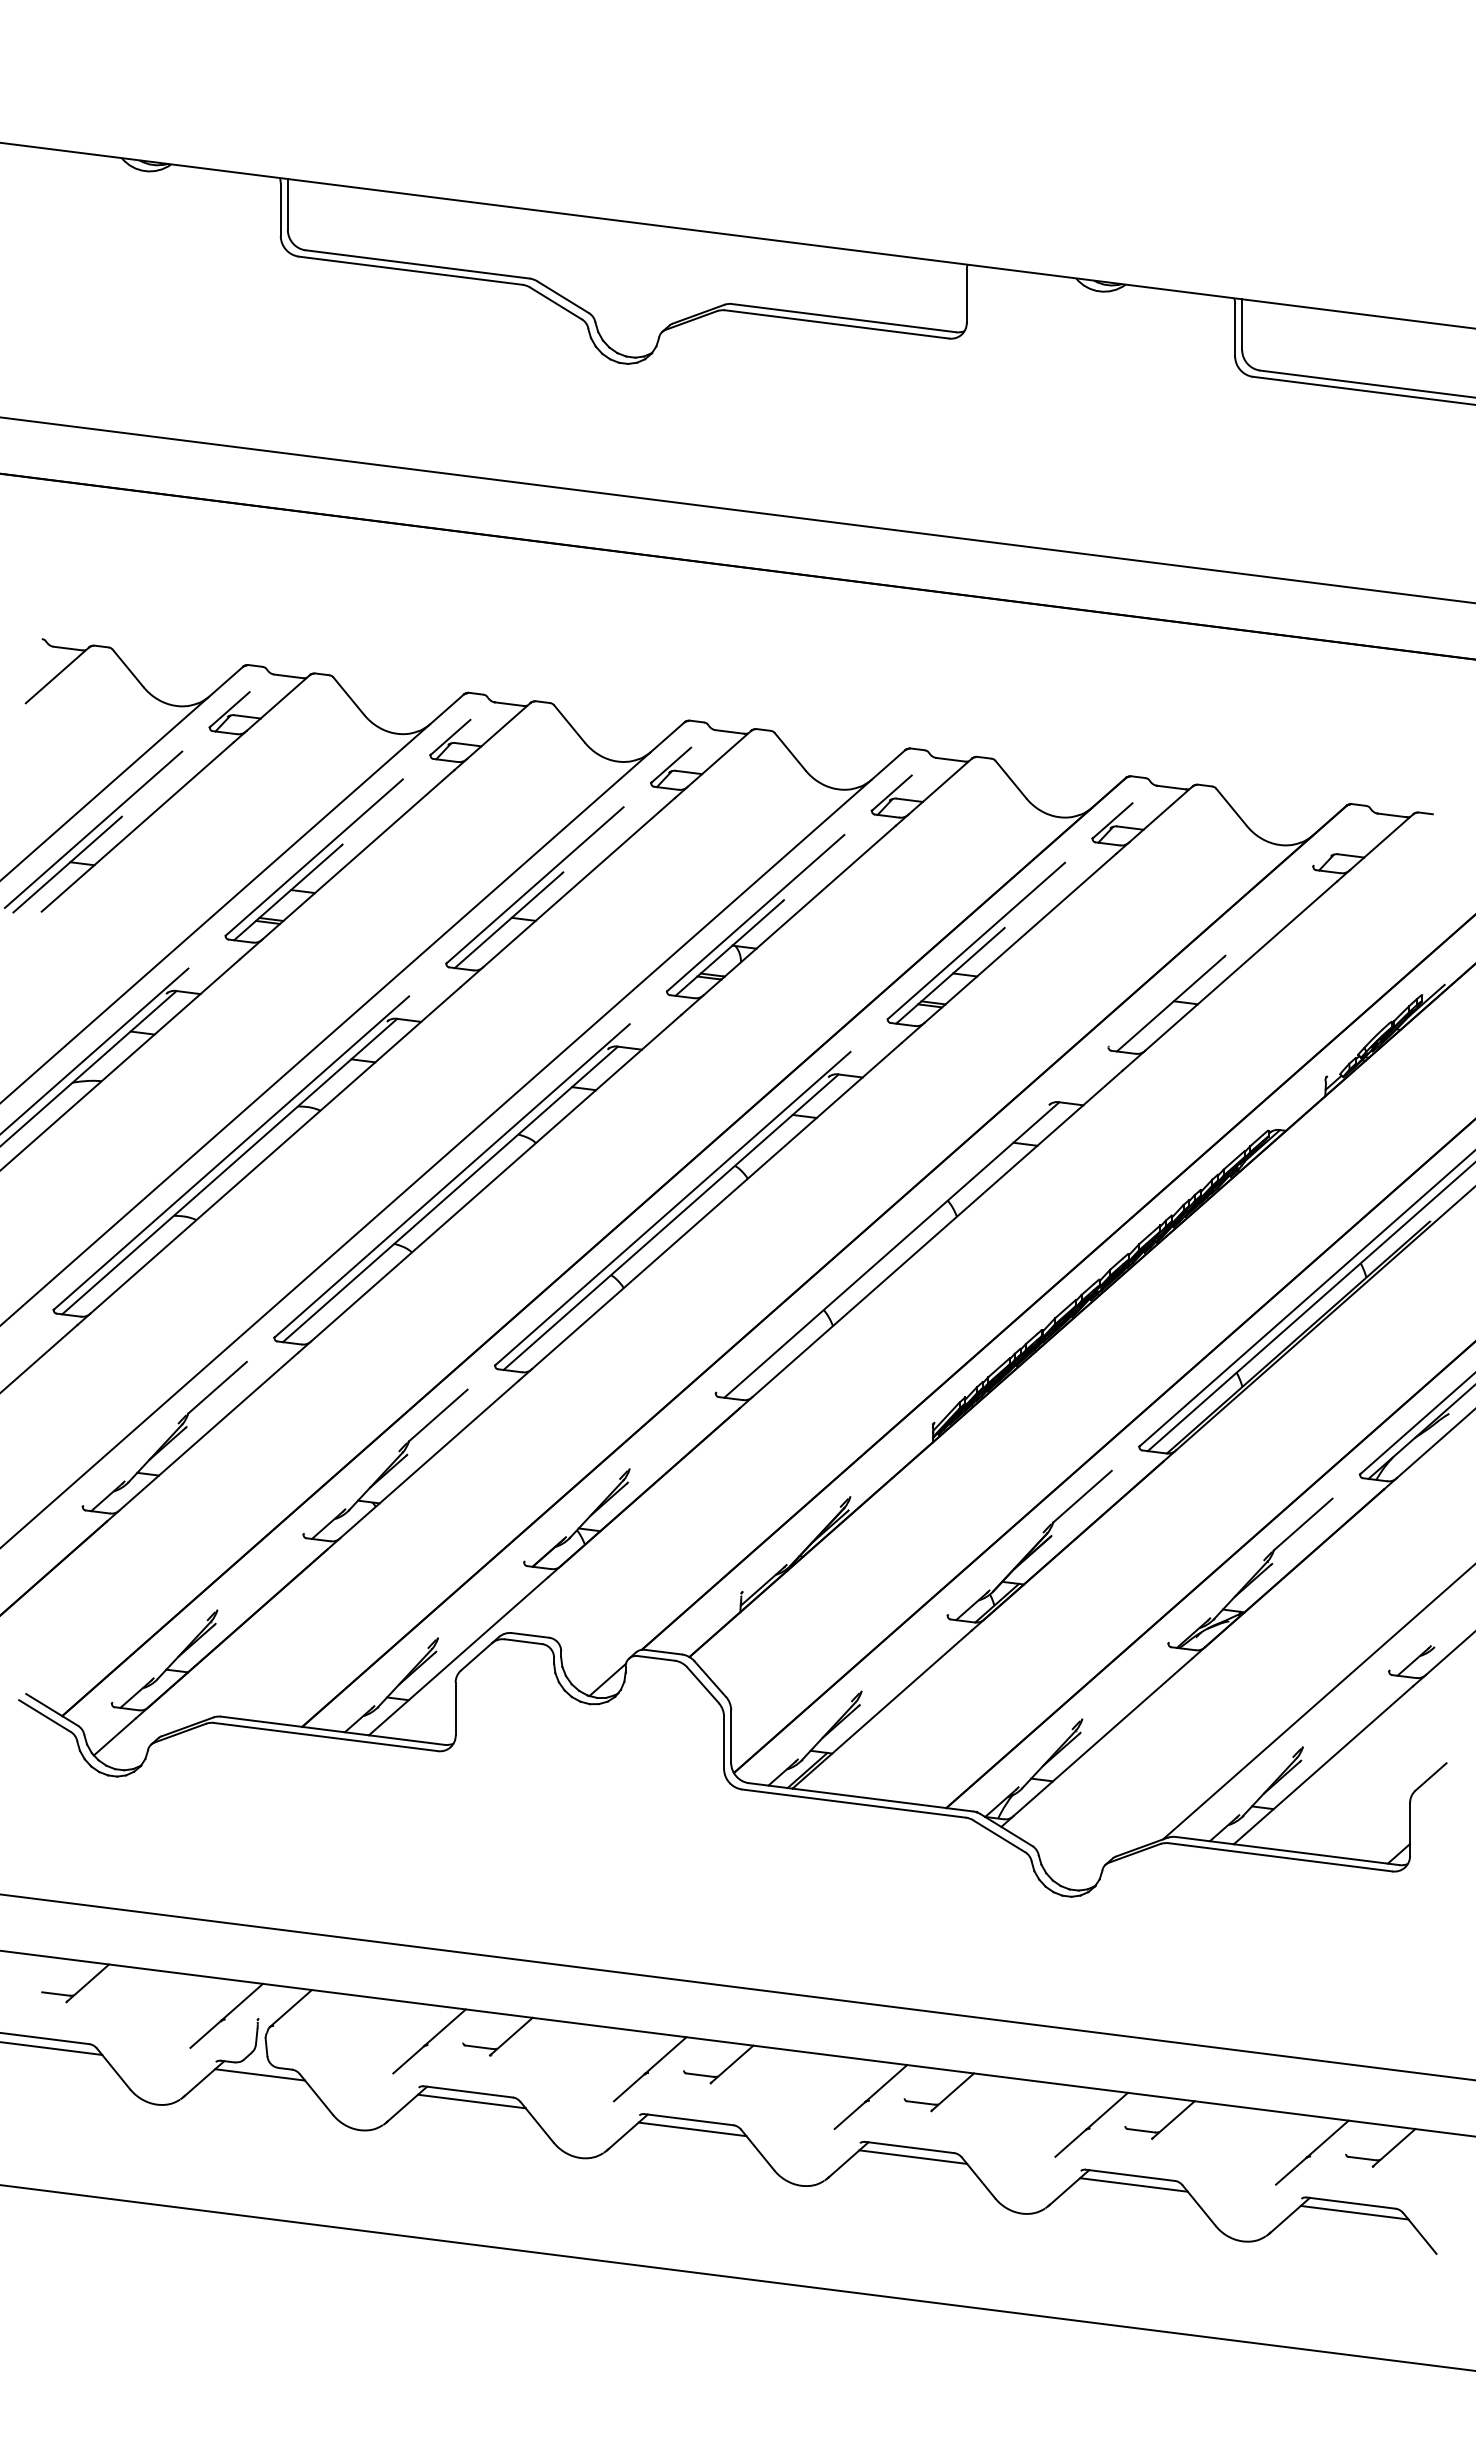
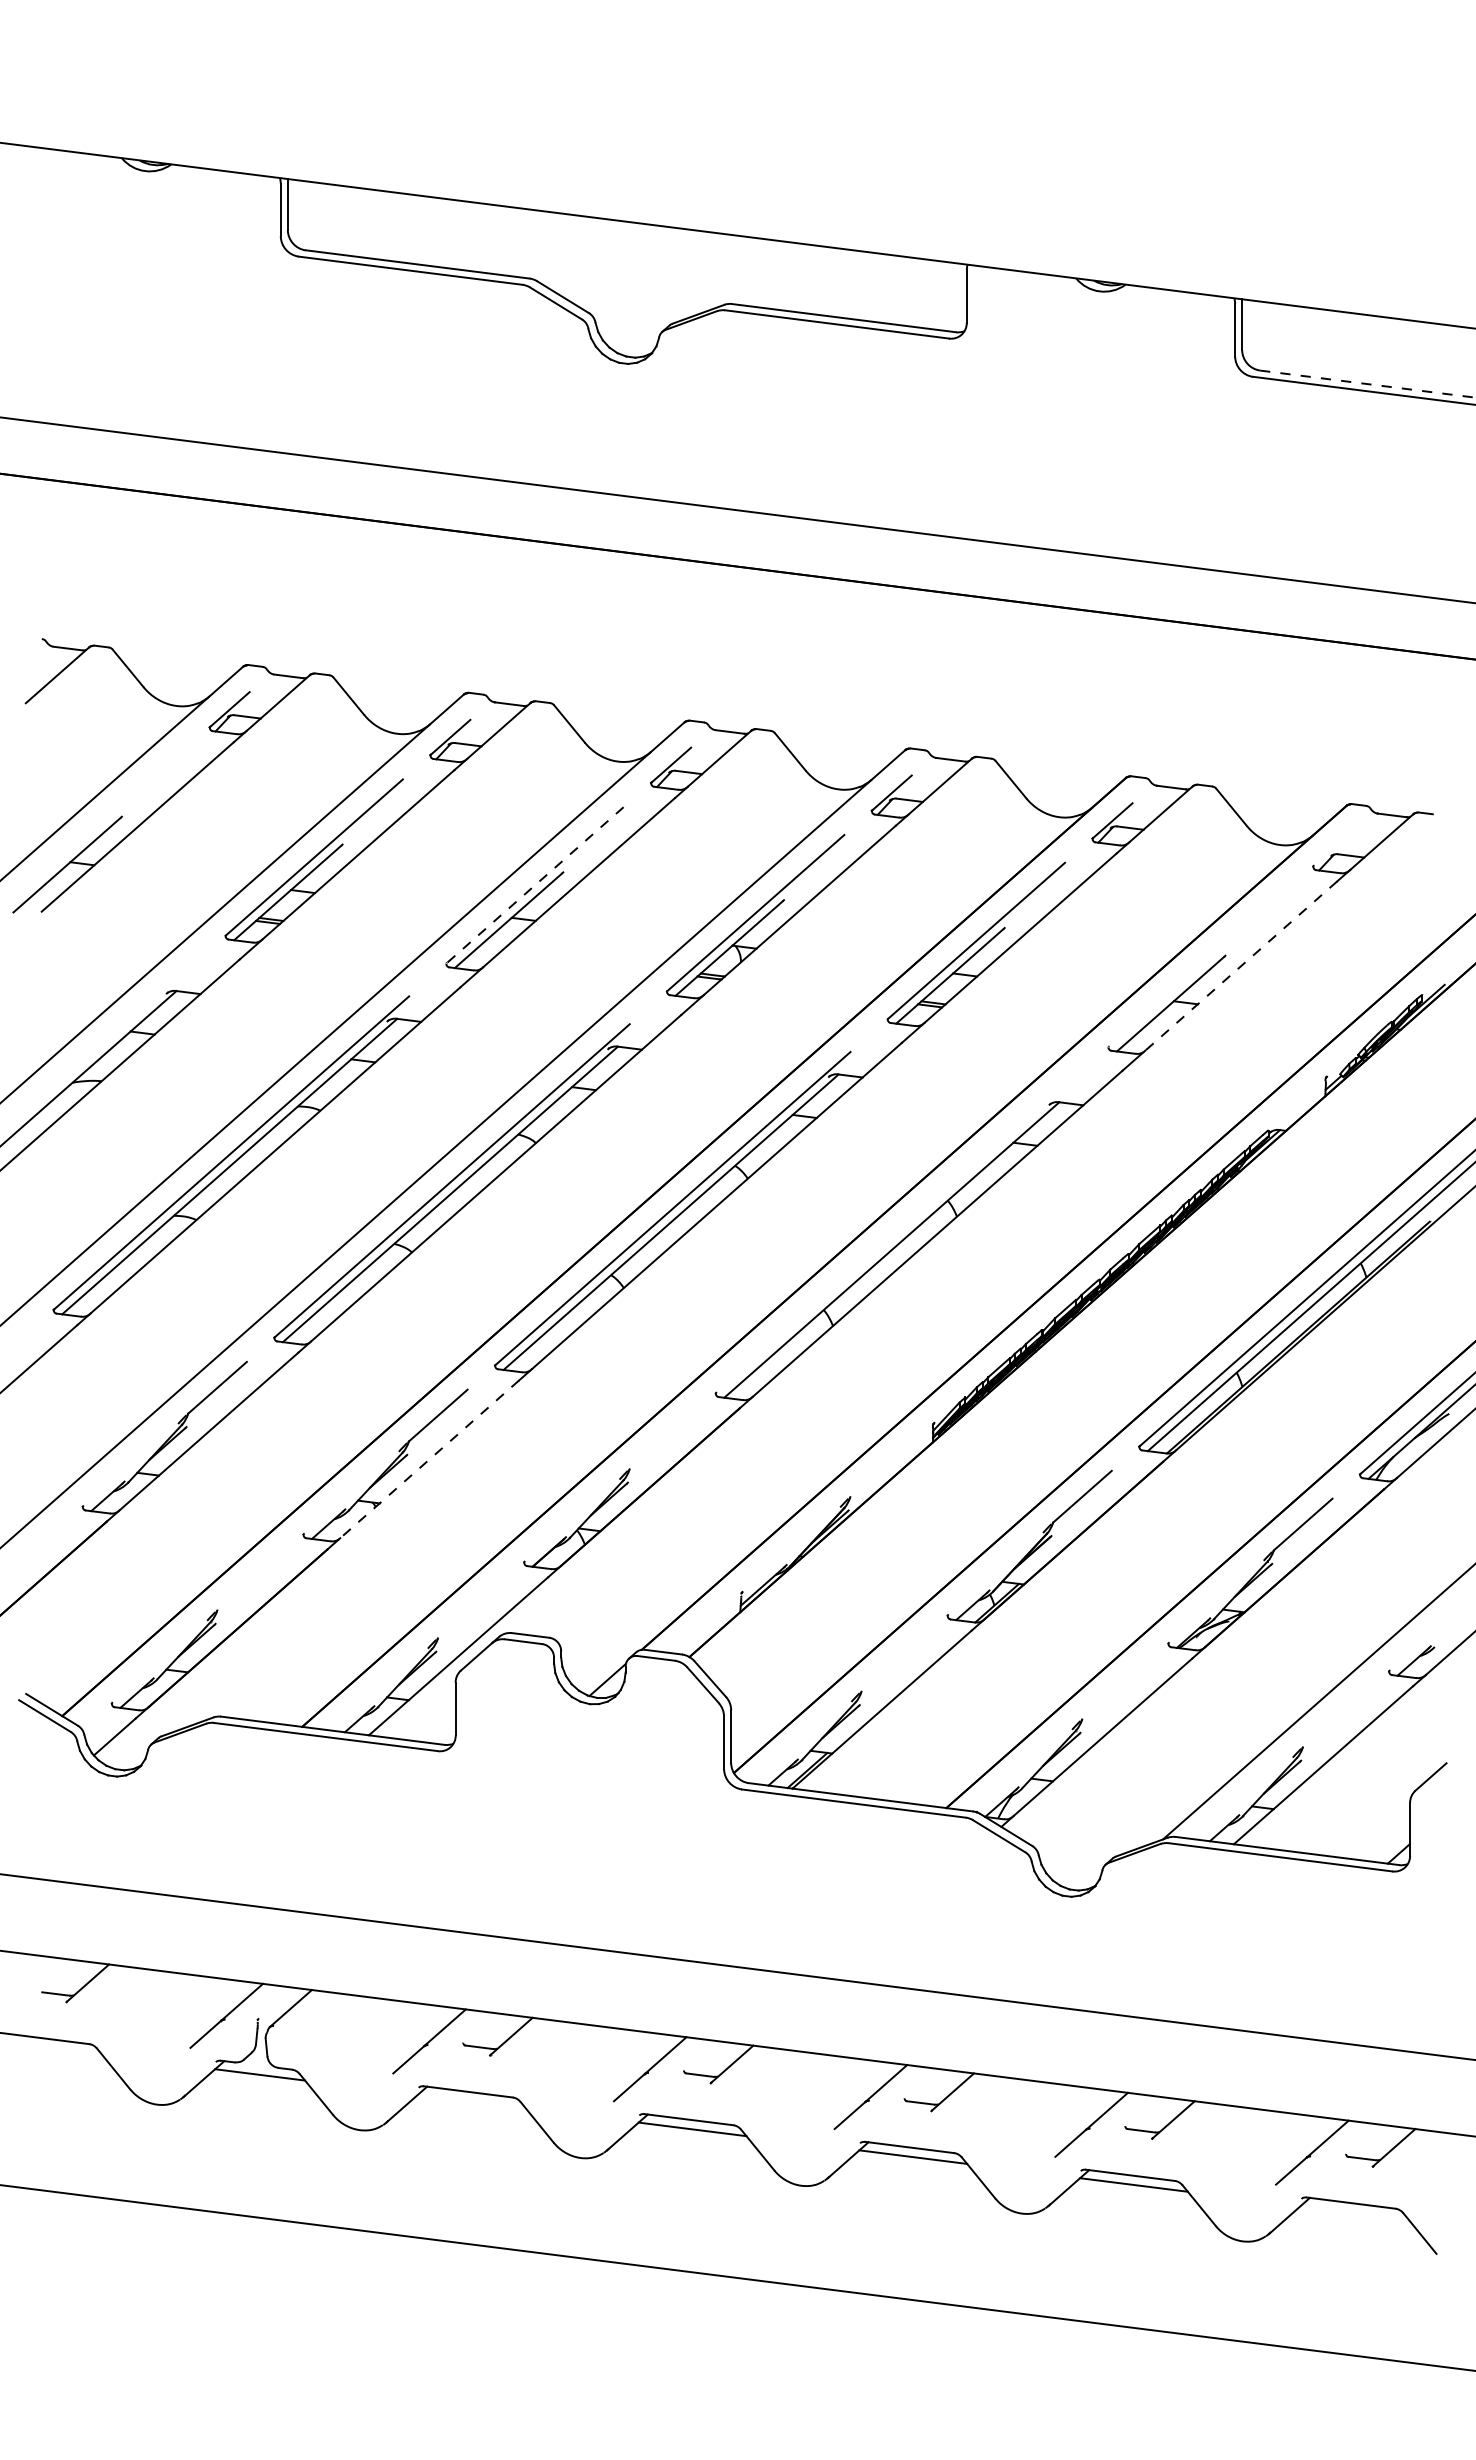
line at (1368, 384): solid -> dashed
line at (93, 829): present -> none
line at (534, 885): solid -> dashed
line at (1240, 966): solid -> dashed
line at (95, 1050): present -> none
line at (429, 1459): solid -> dashed
line at (737, 1986) position: (737, 1986) -> (737, 1966)
line at (52, 2048): present -> none
line at (471, 2101): present -> none
line at (1354, 2212): present -> none
